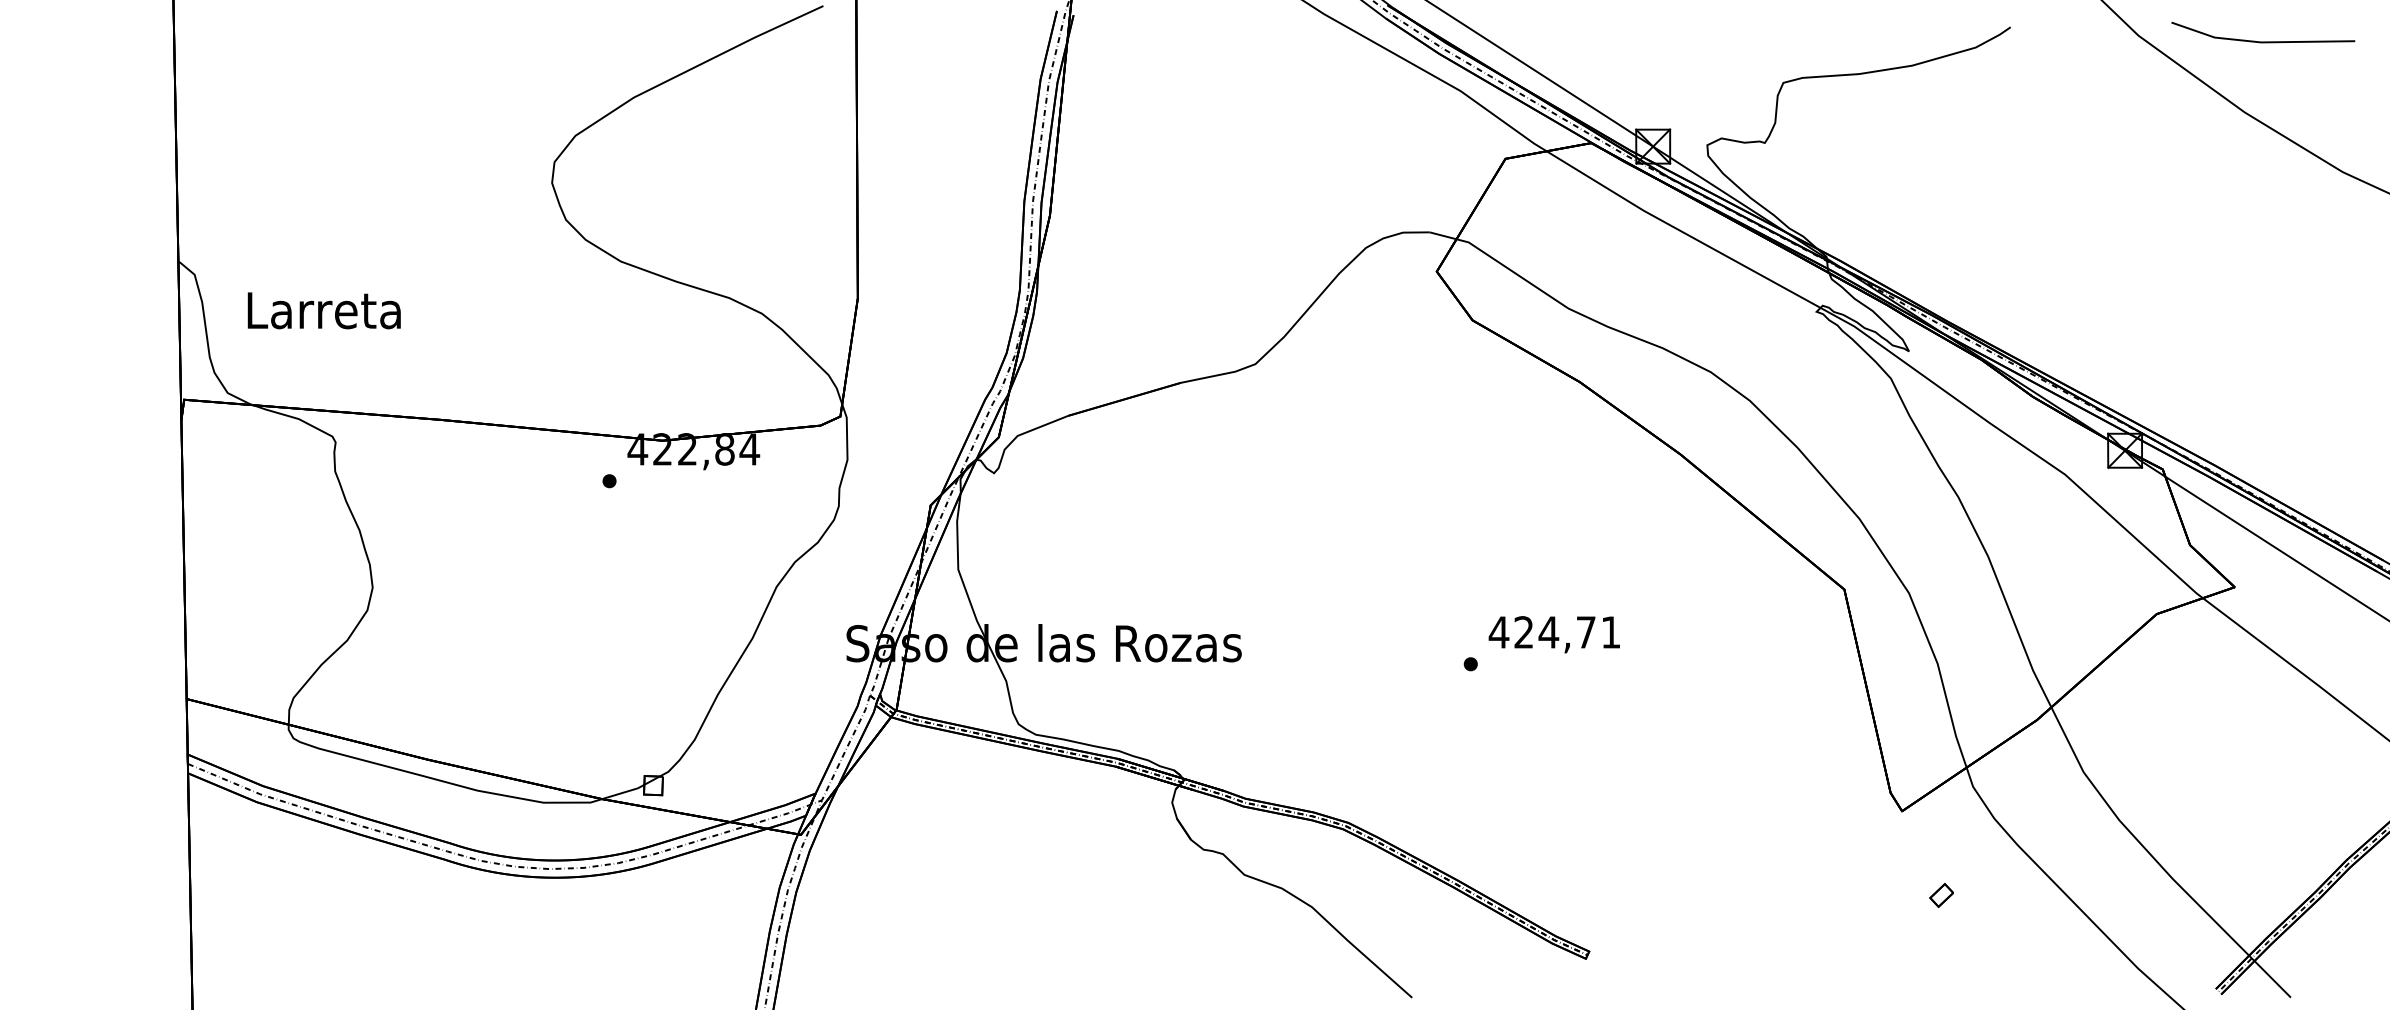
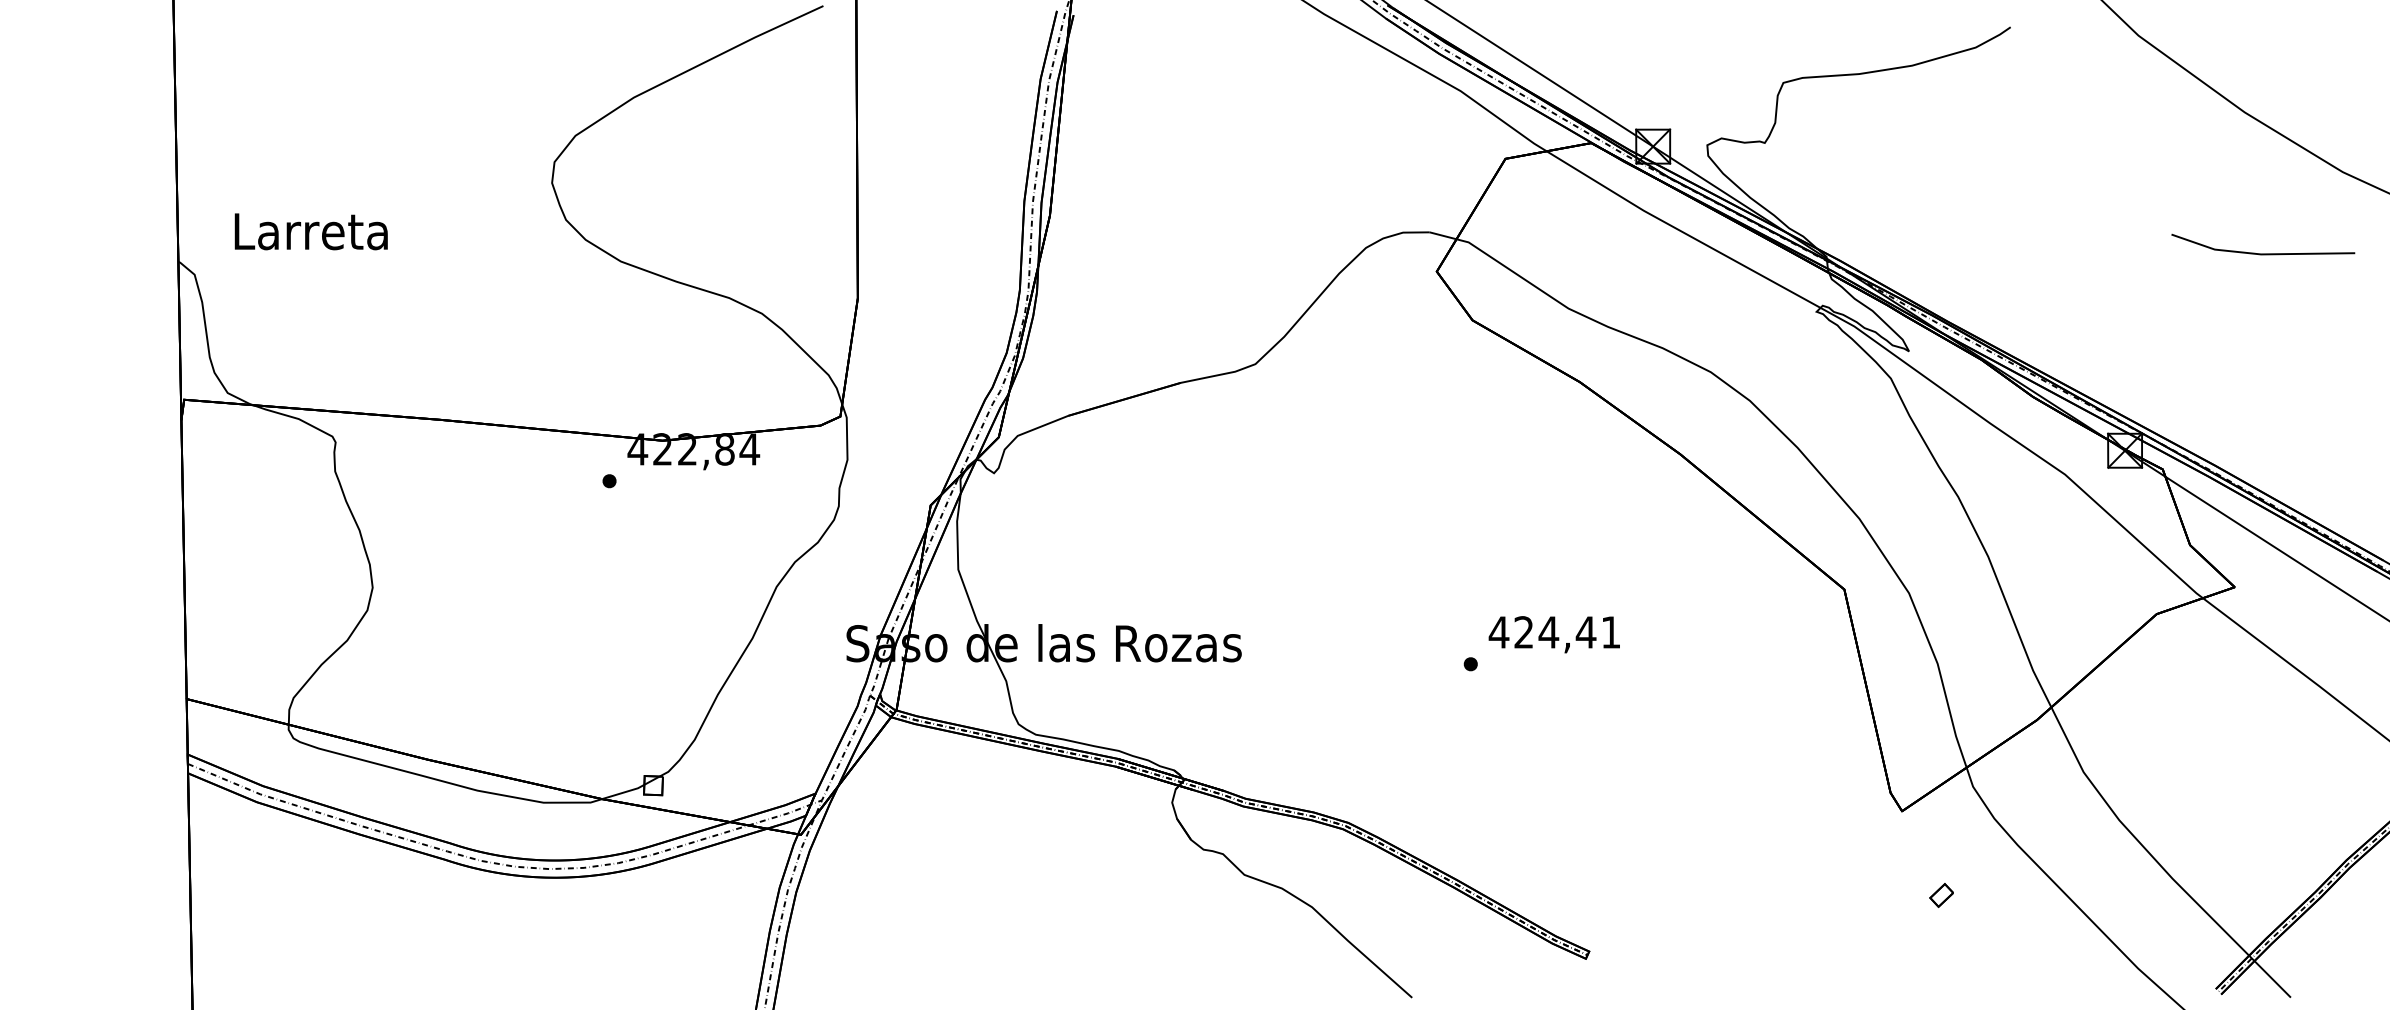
line at (2263, 41) position: (2263, 41) -> (2263, 253)
text at (323, 310) position: (323, 310) -> (310, 231)
text at (1585, 632): 424,71 -> 424,41
